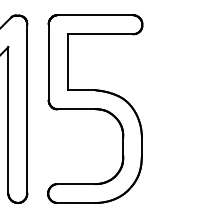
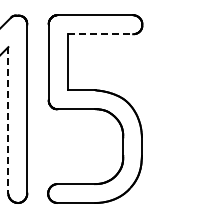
line at (100, 34): solid -> dashed
line at (8, 120): solid -> dashed
